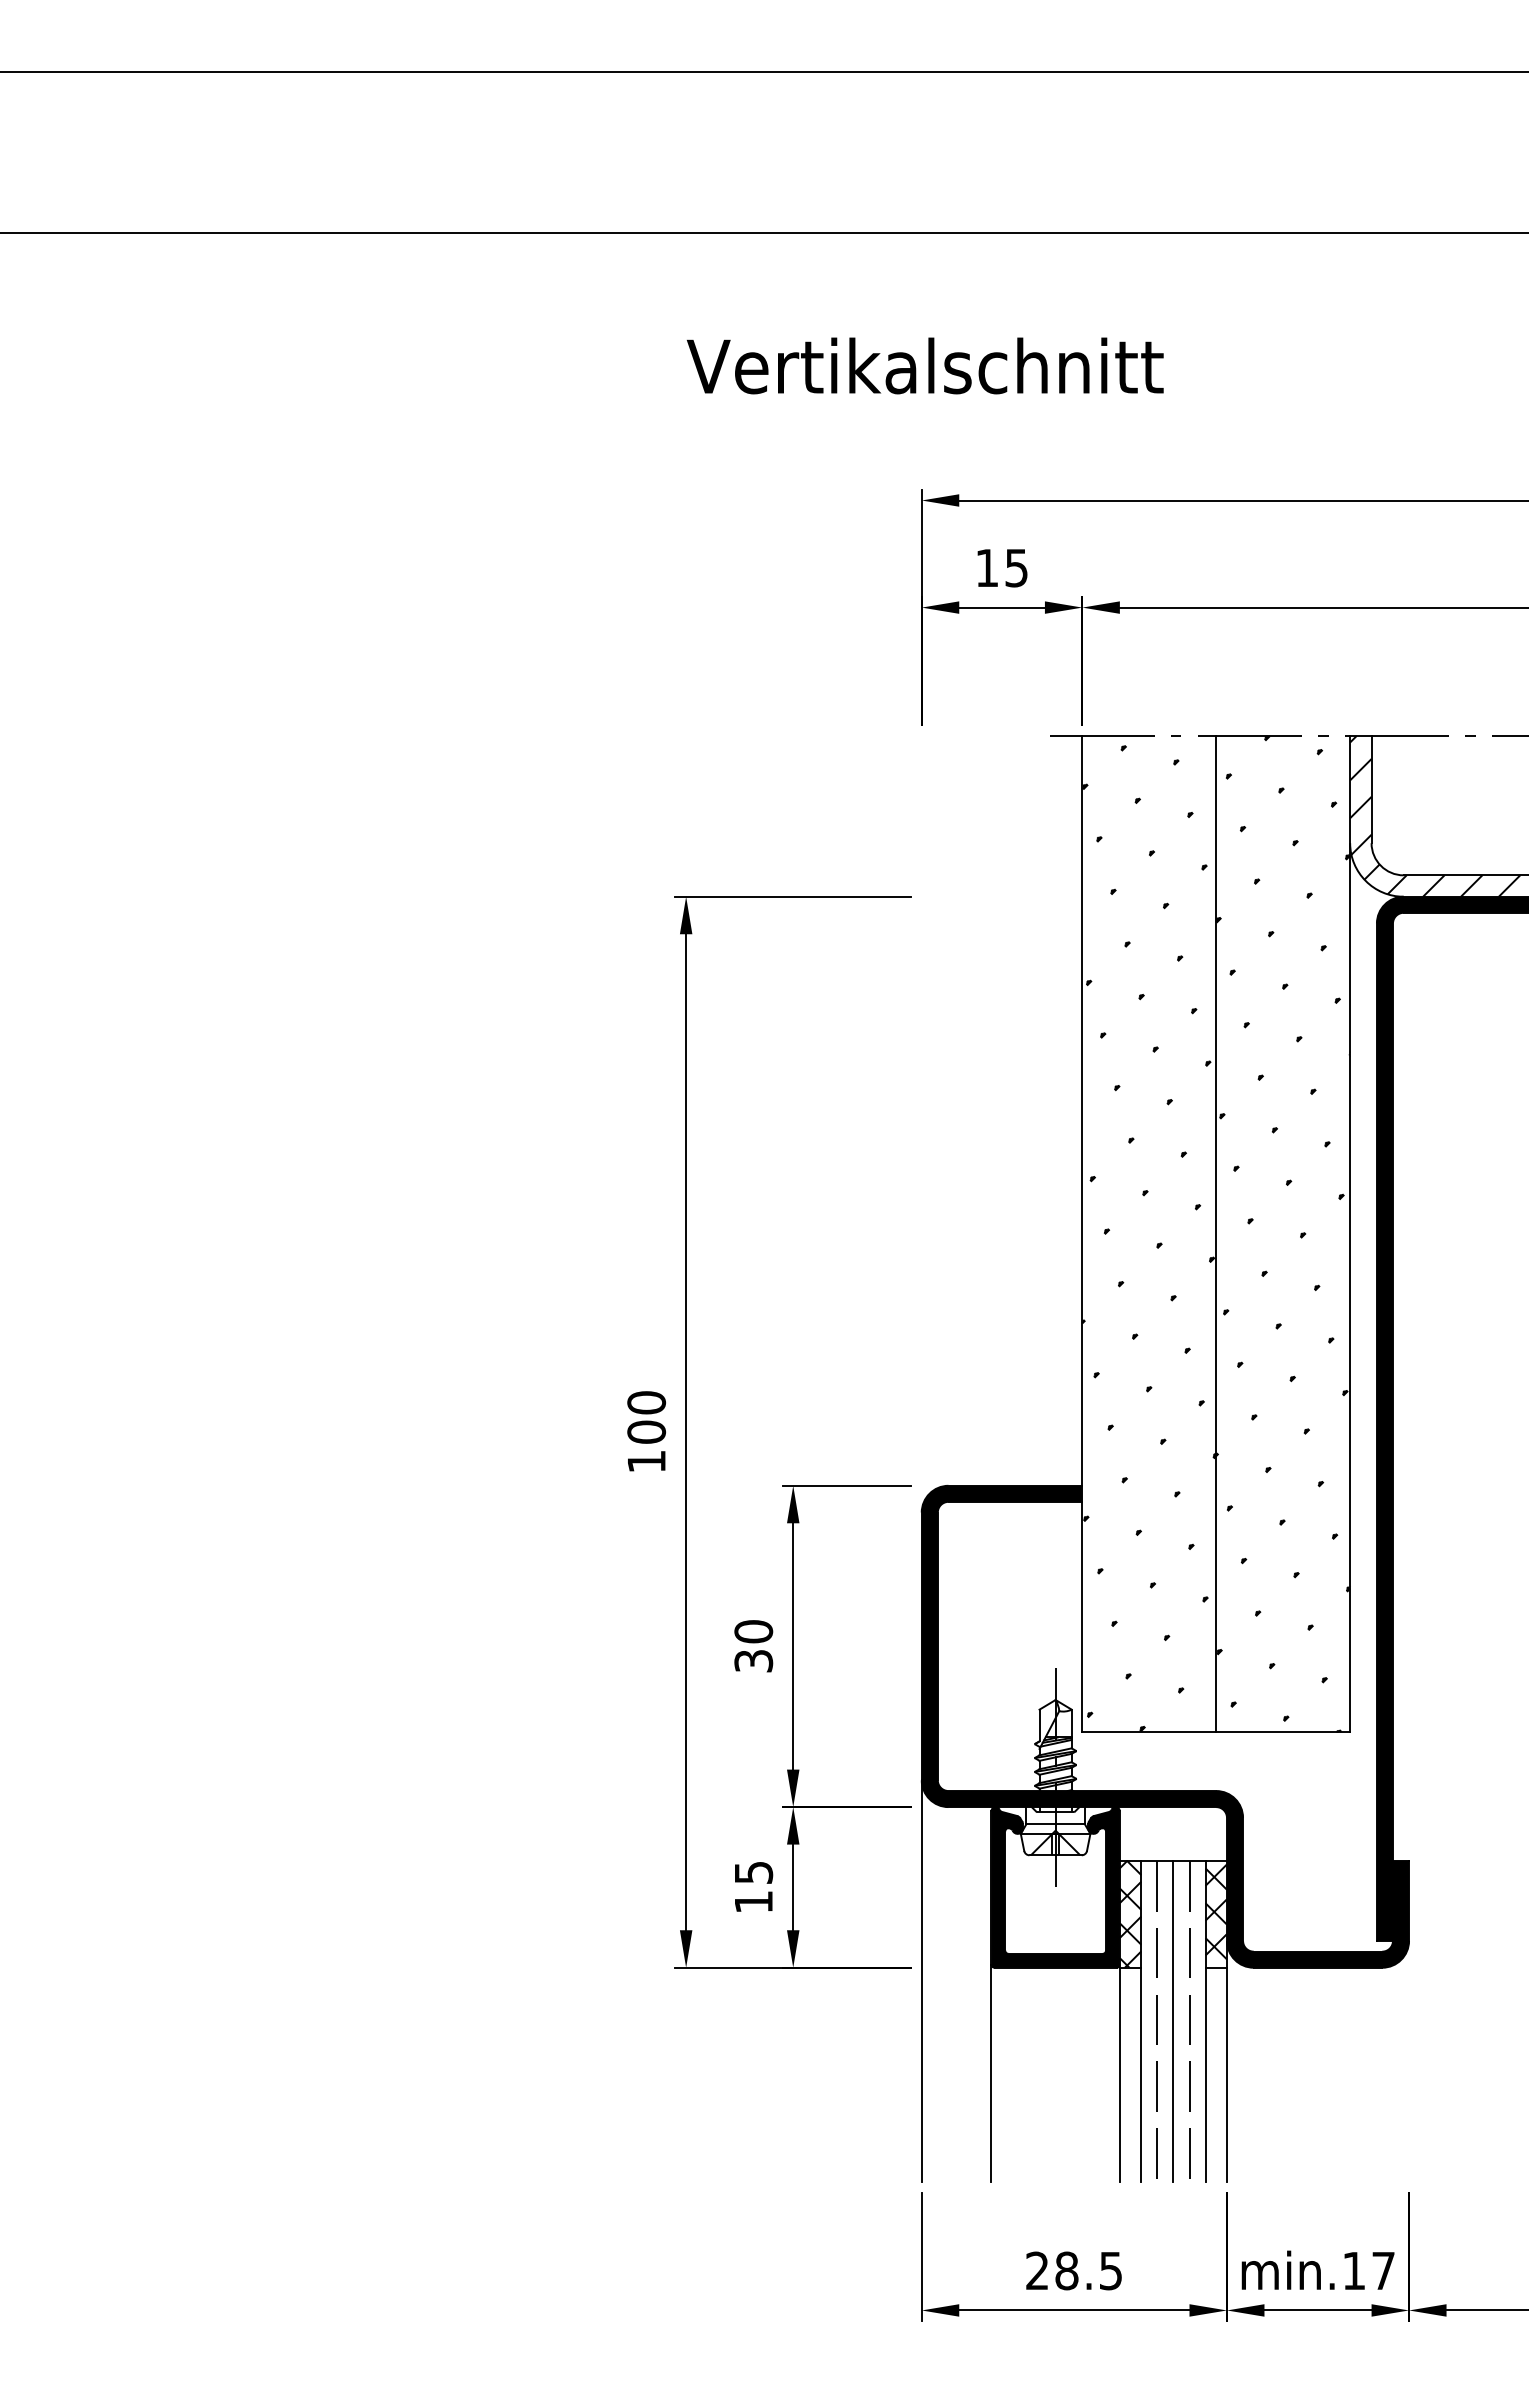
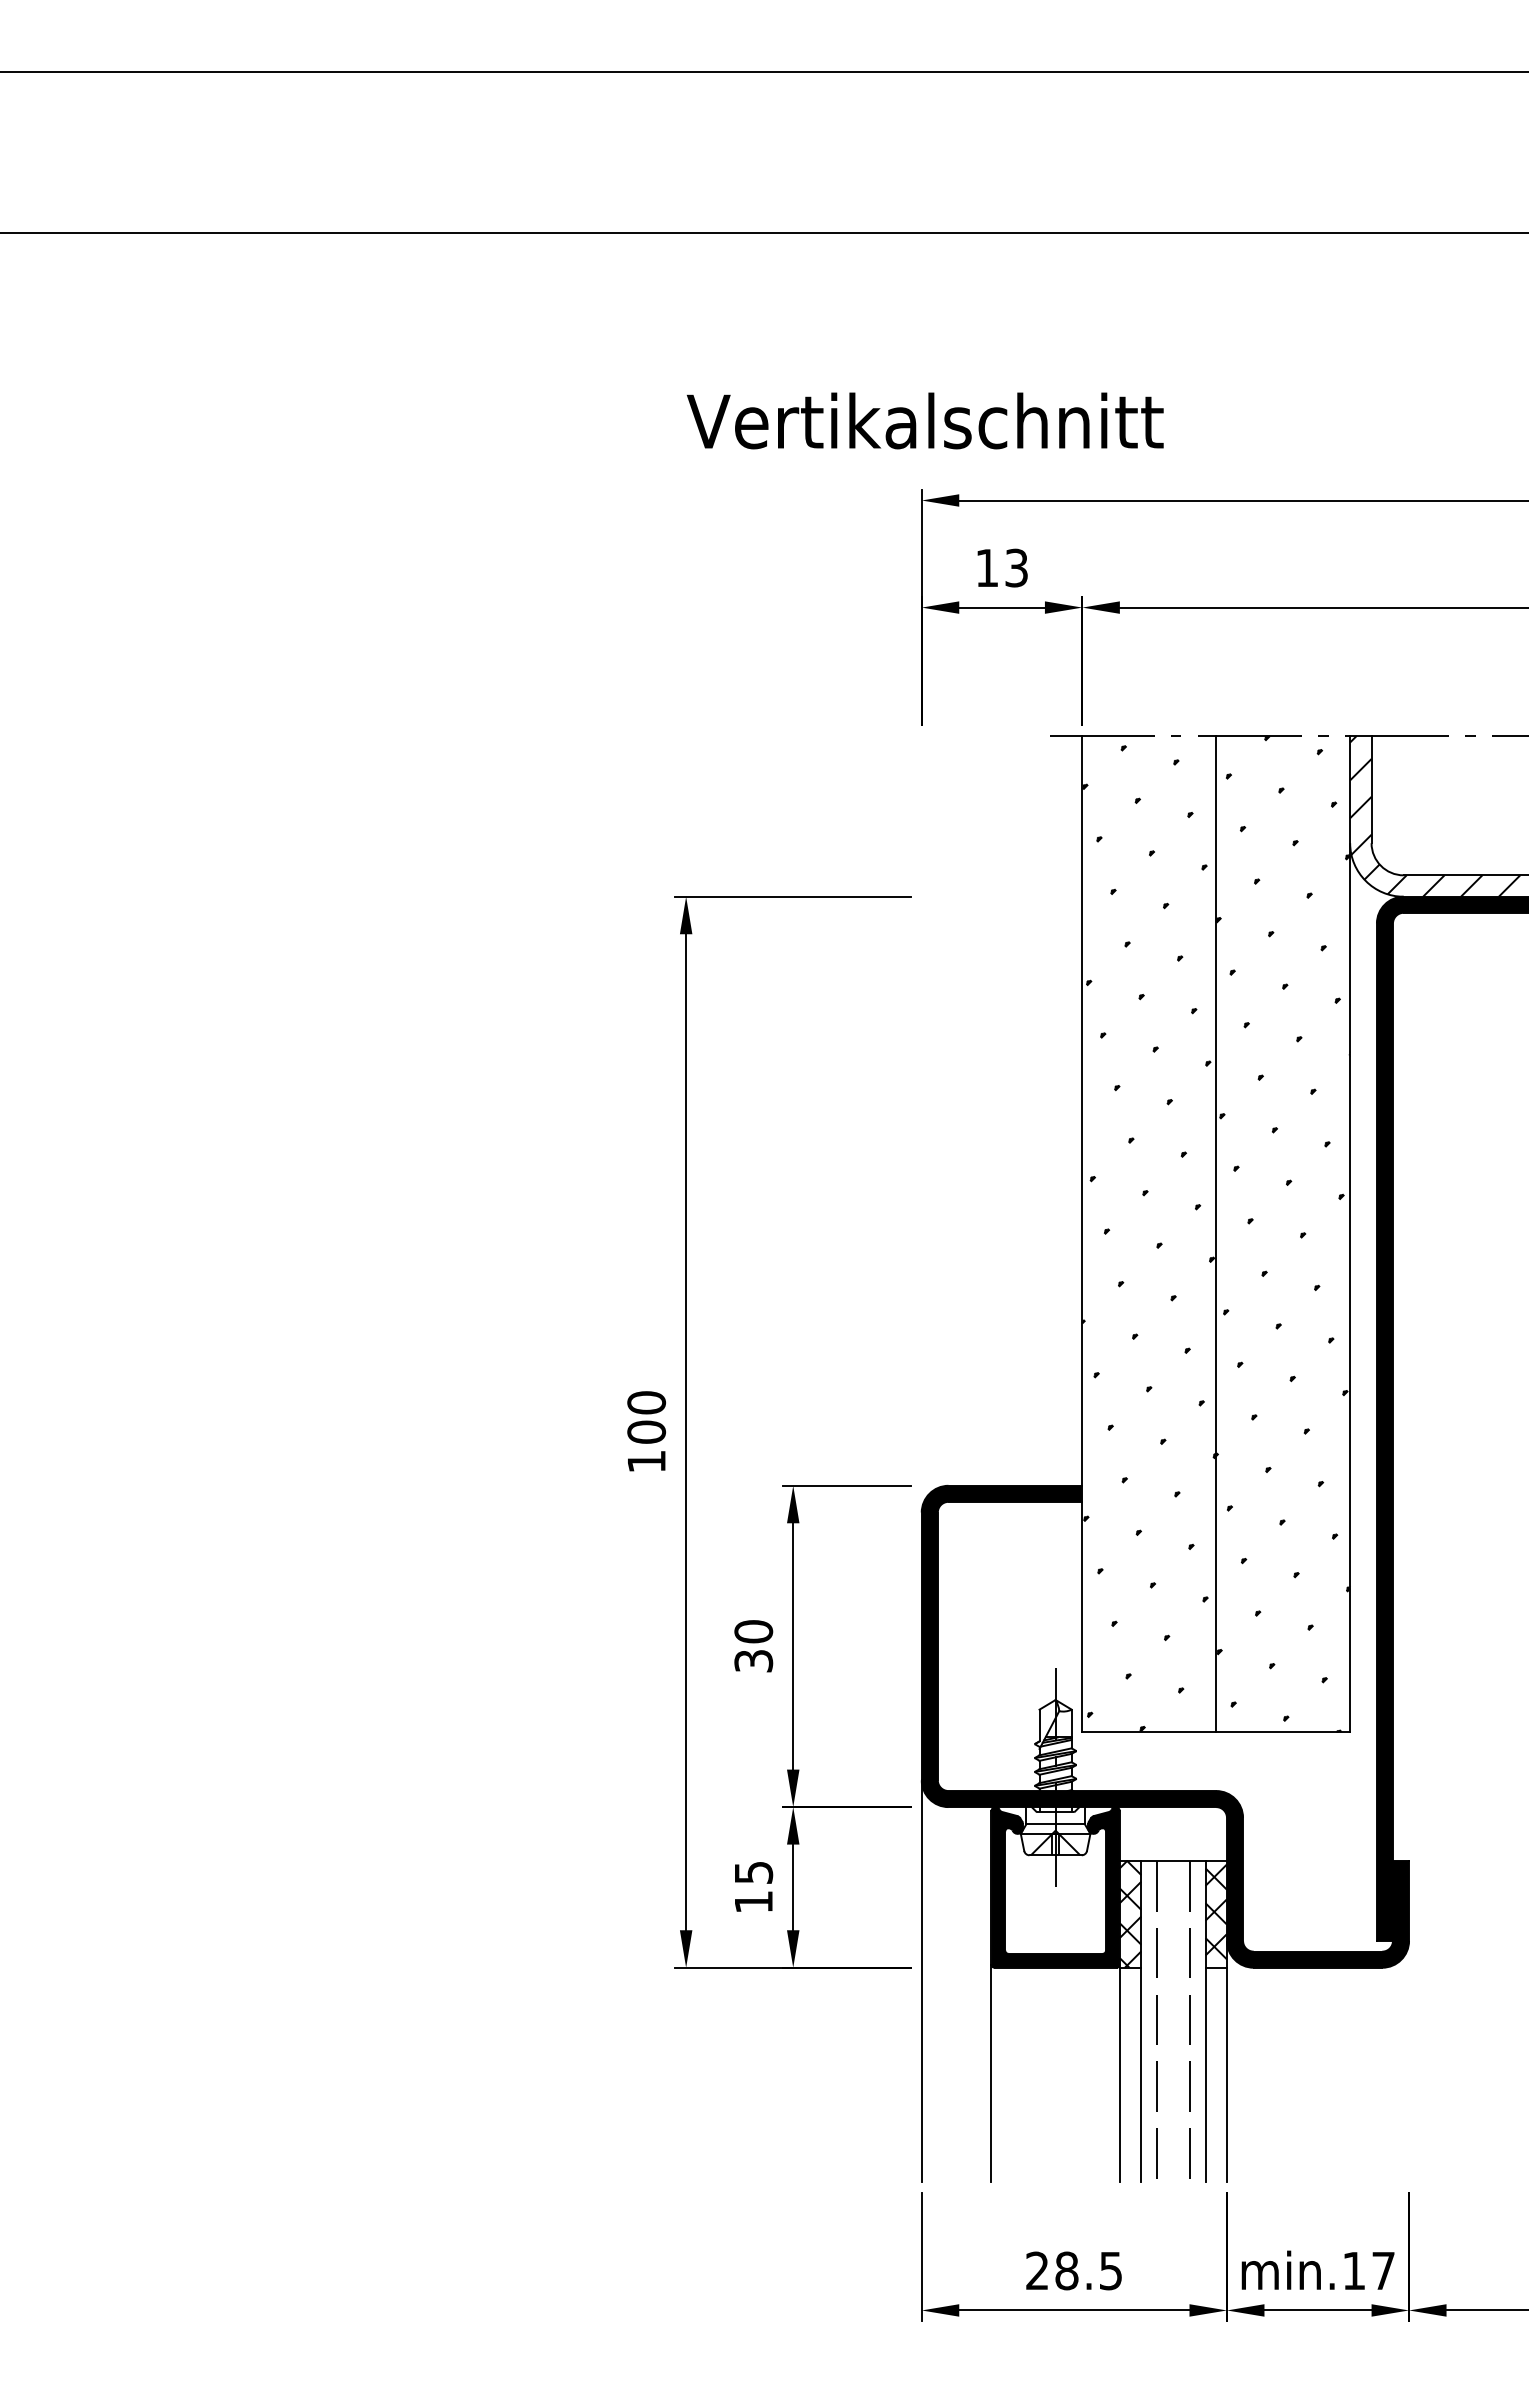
text at (924, 365) position: (924, 365) -> (924, 420)
text at (1016, 567): 15 -> 13
line at (1173, 2020): present -> none
